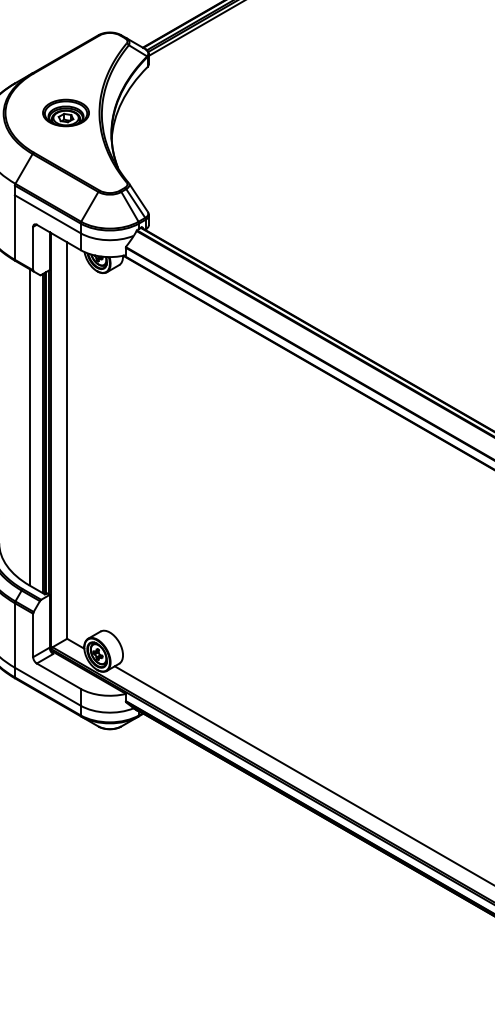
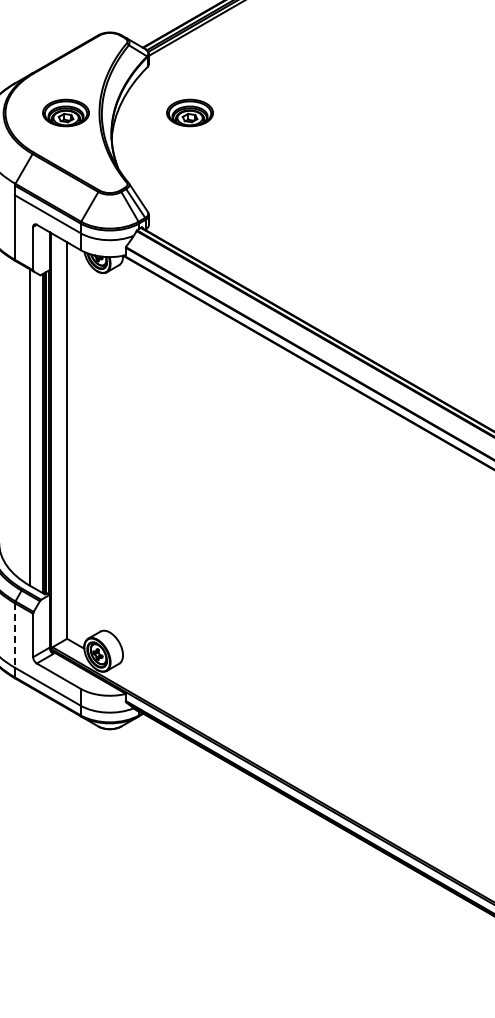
part at (189, 112): none -> present
line at (14, 635): solid -> dashed
line at (302, 775): present -> none
